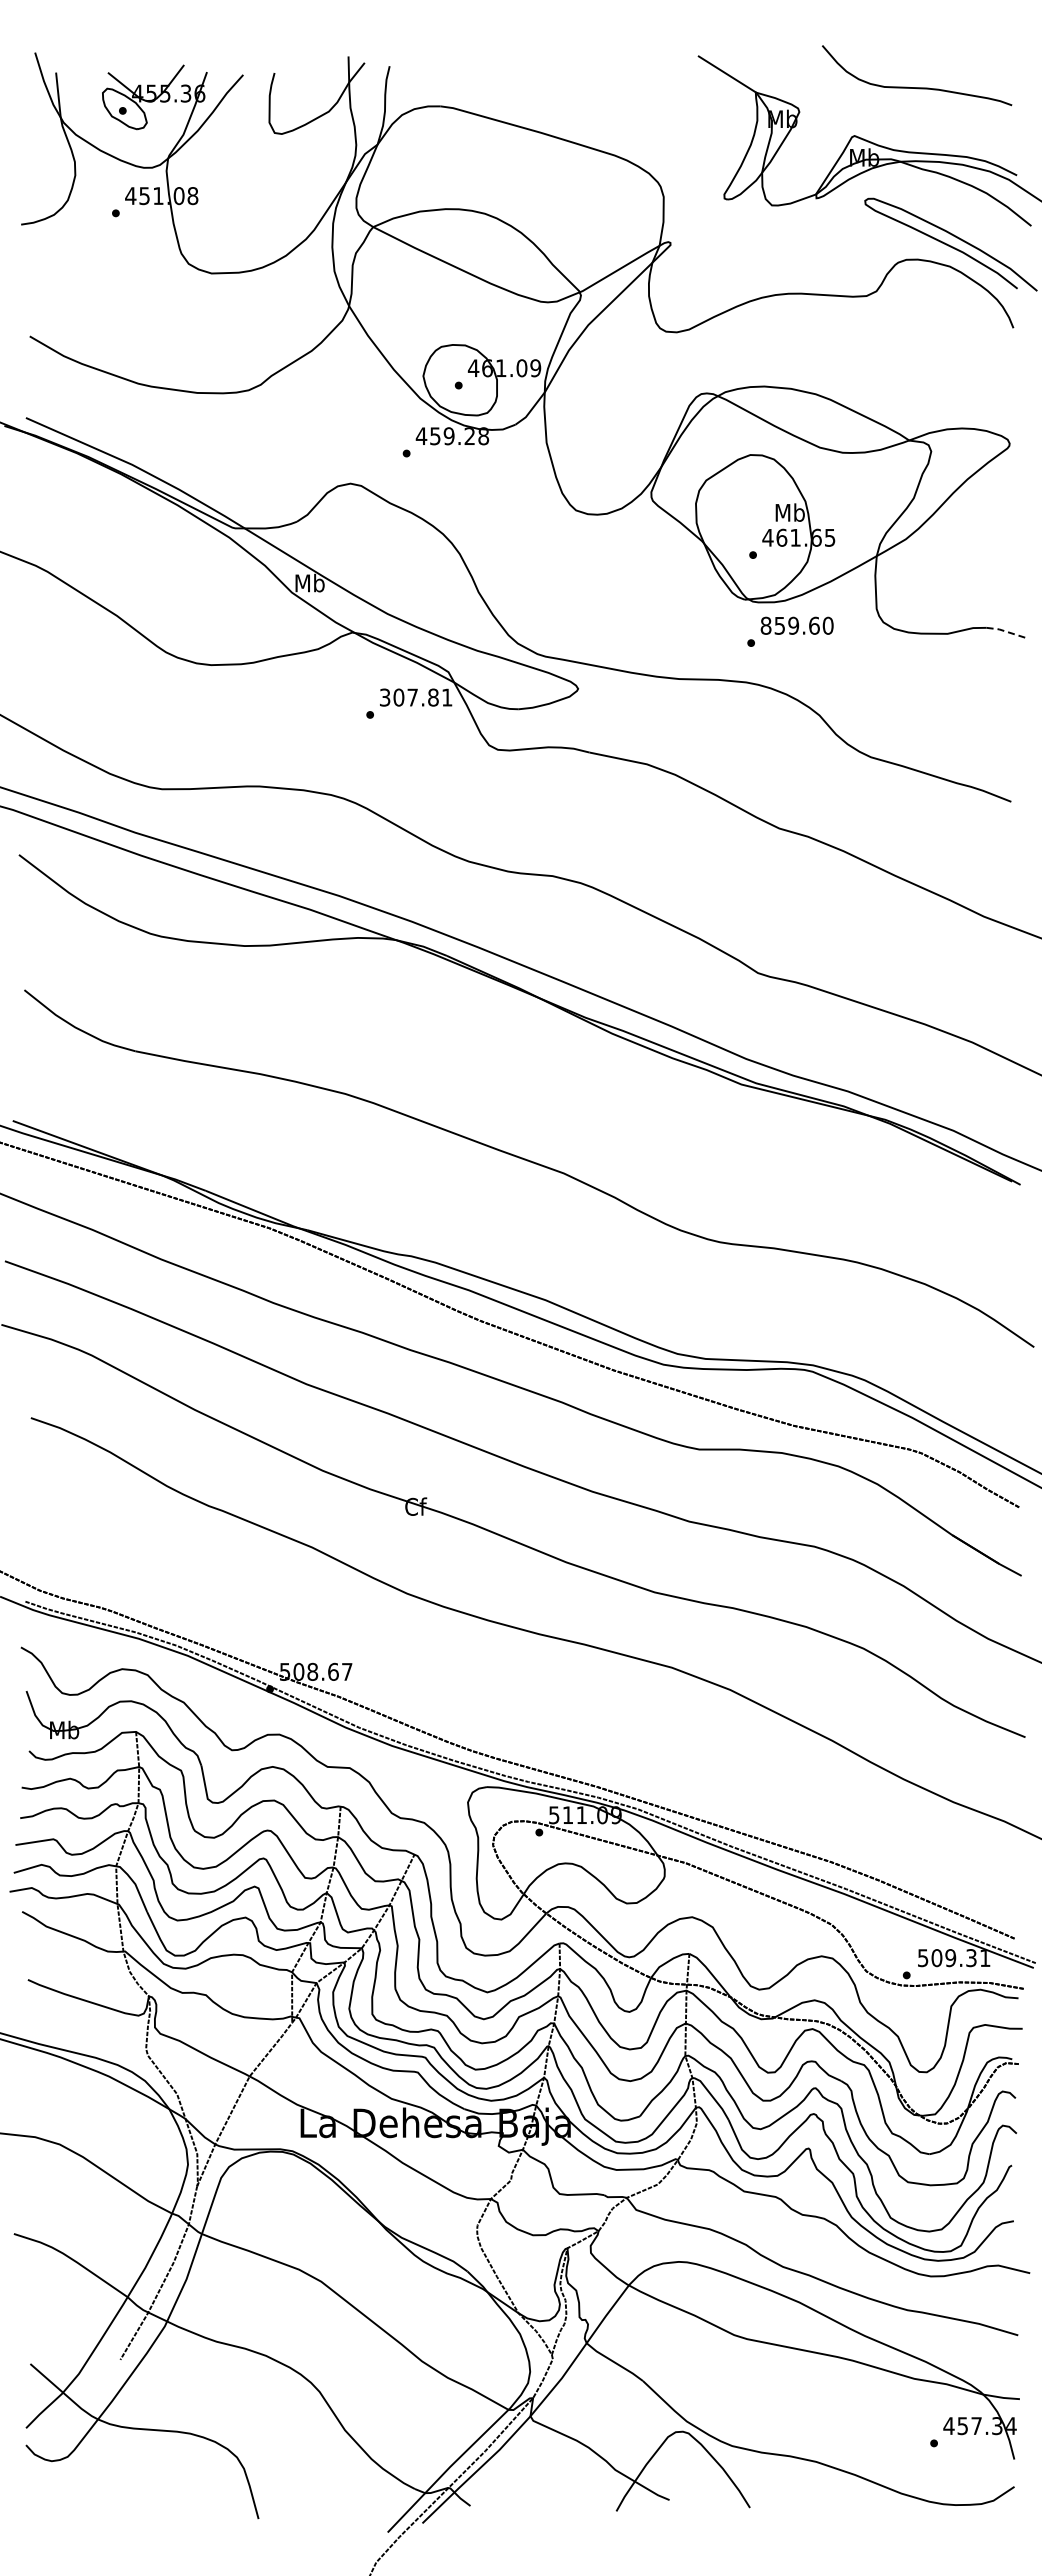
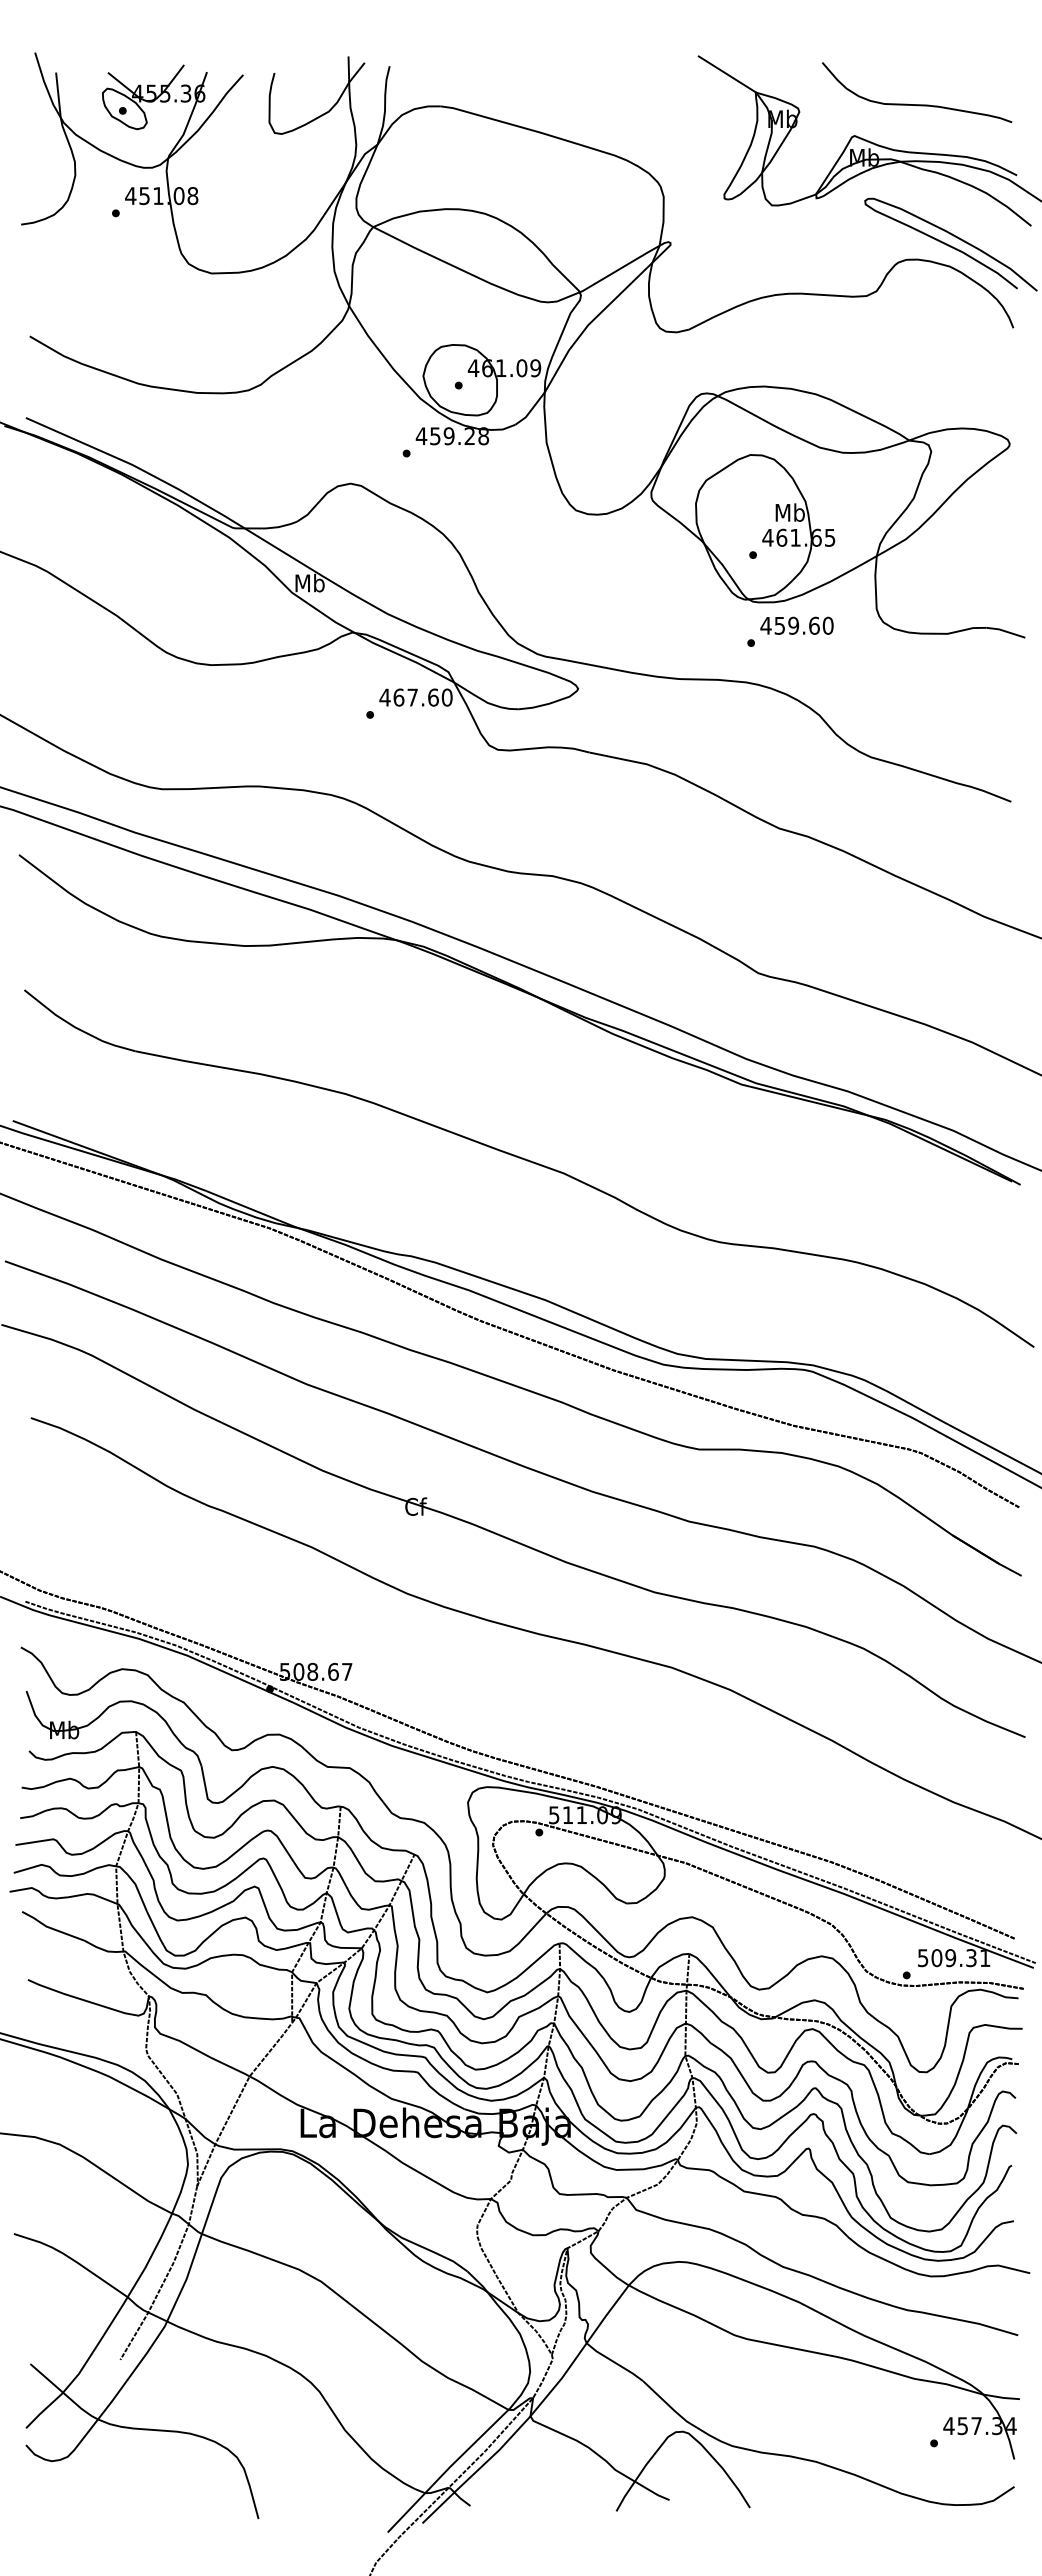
curve at (917, 87) position: (917, 87) -> (917, 104)
text at (765, 625): 859.60 -> 459.60
line at (1005, 631): dashed -> solid
text at (415, 697): 307.81 -> 467.60
